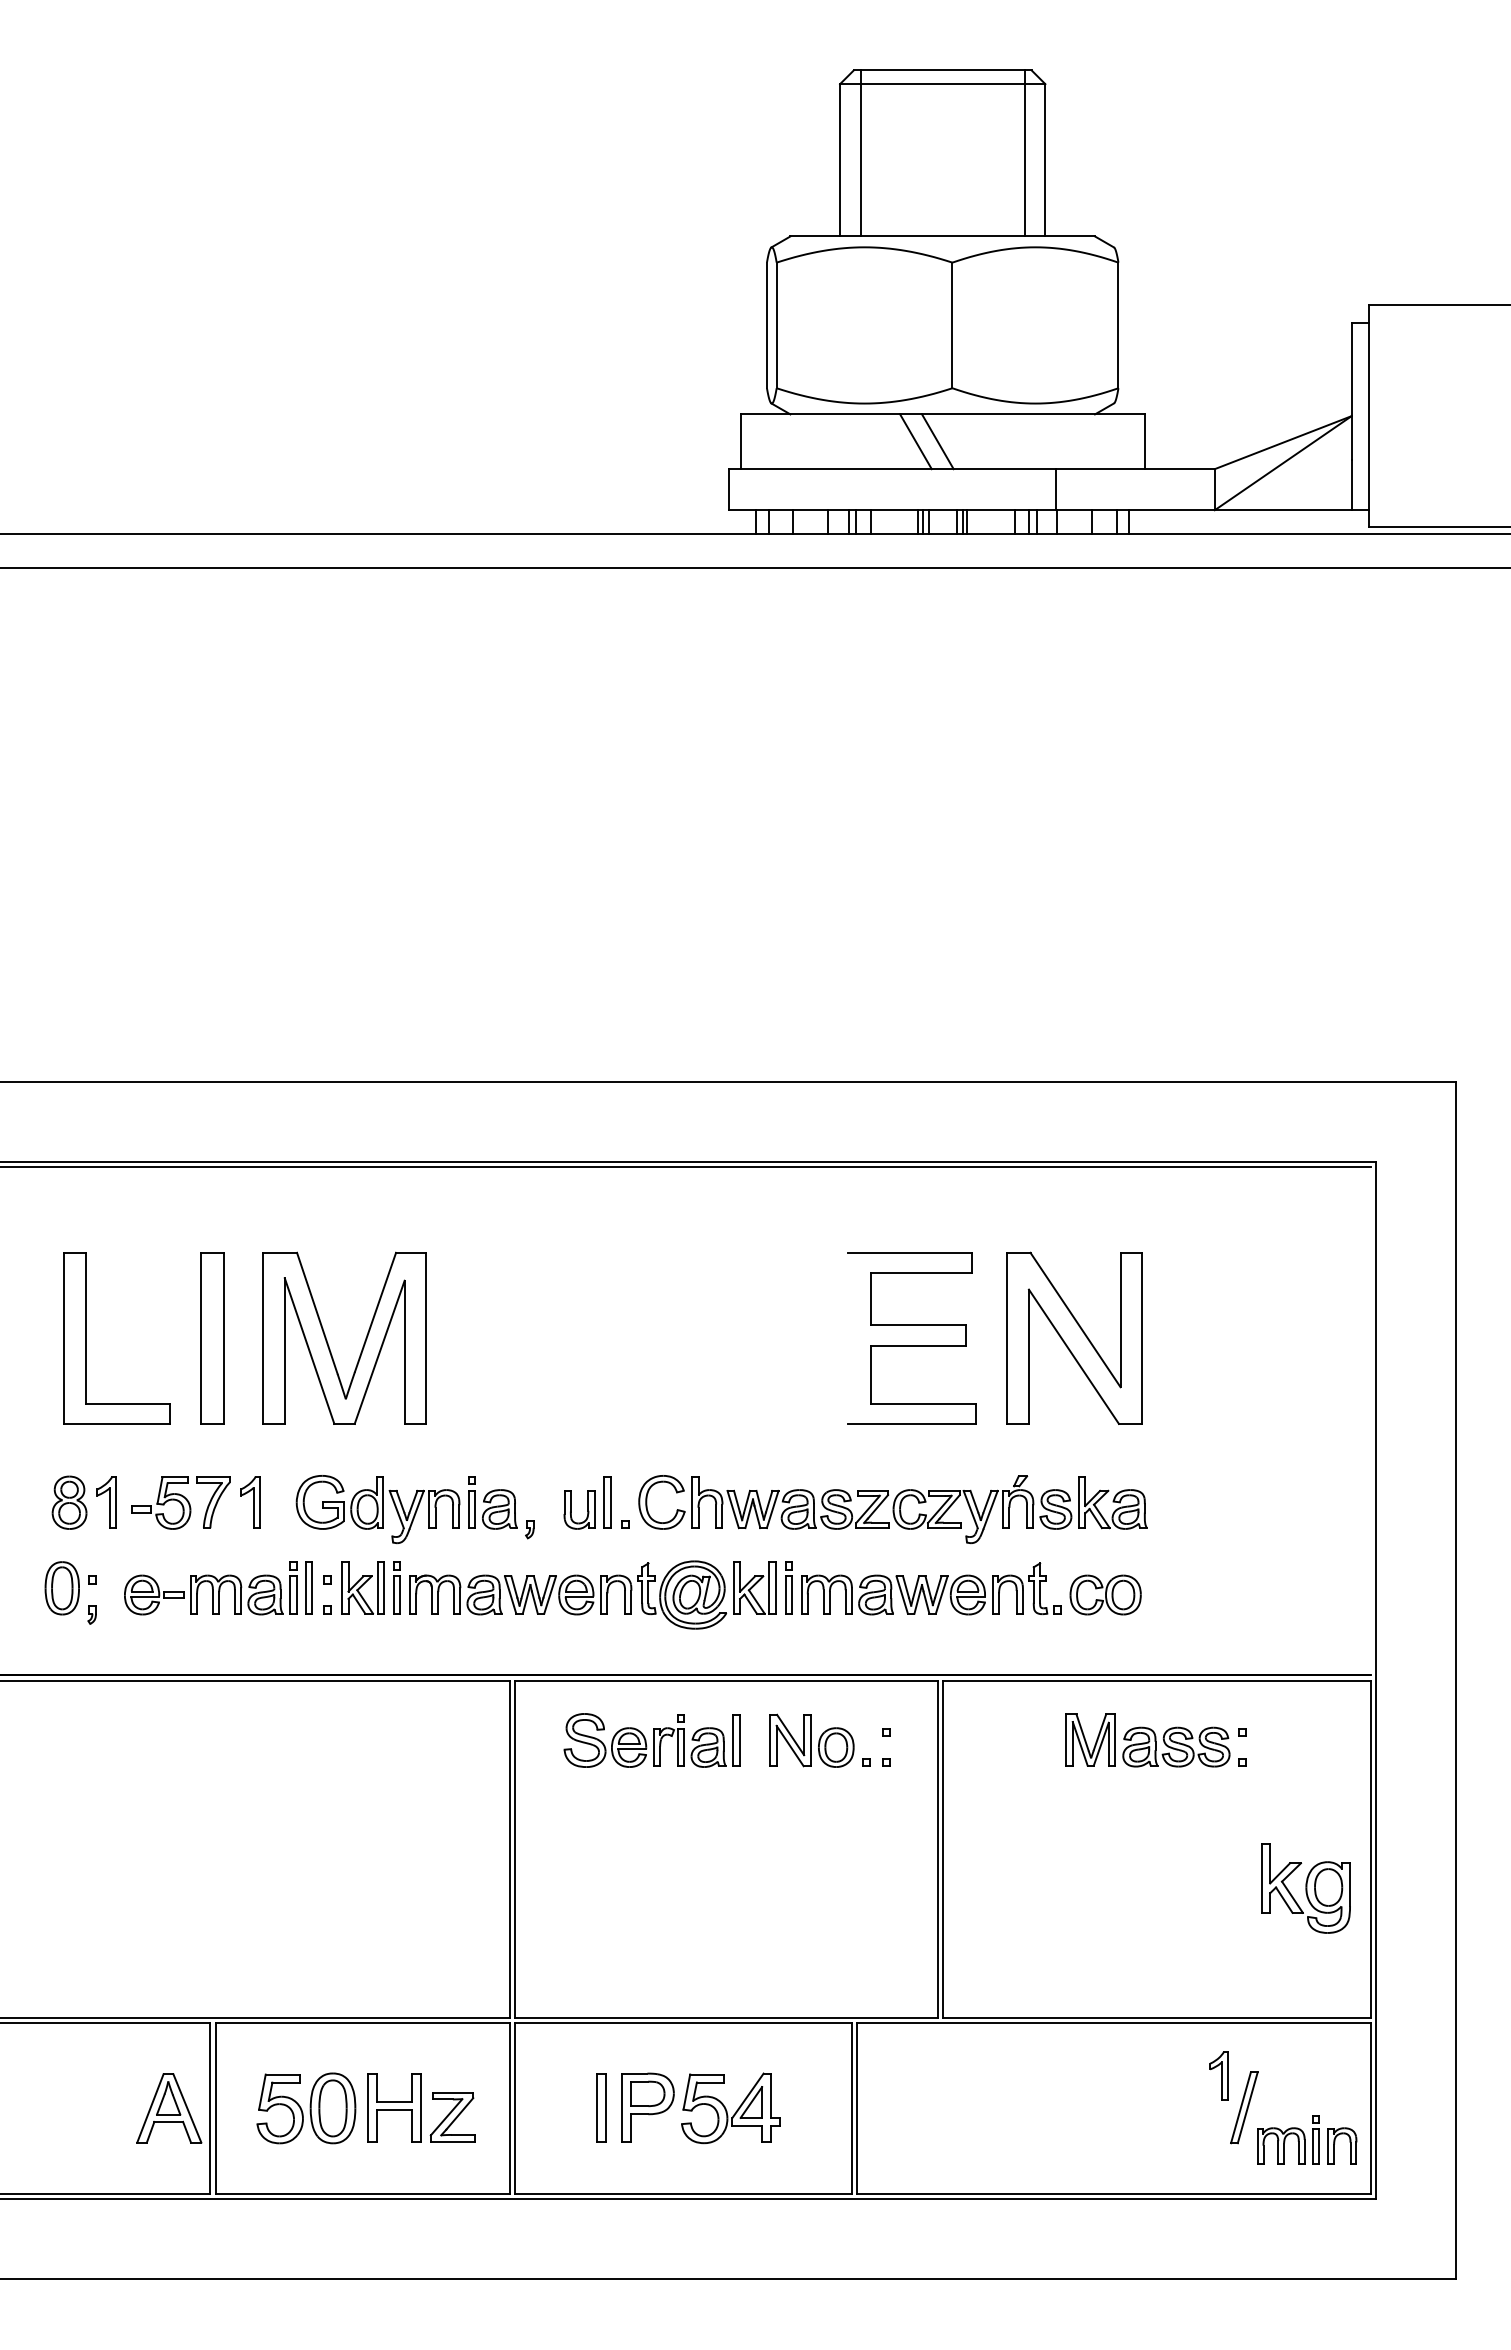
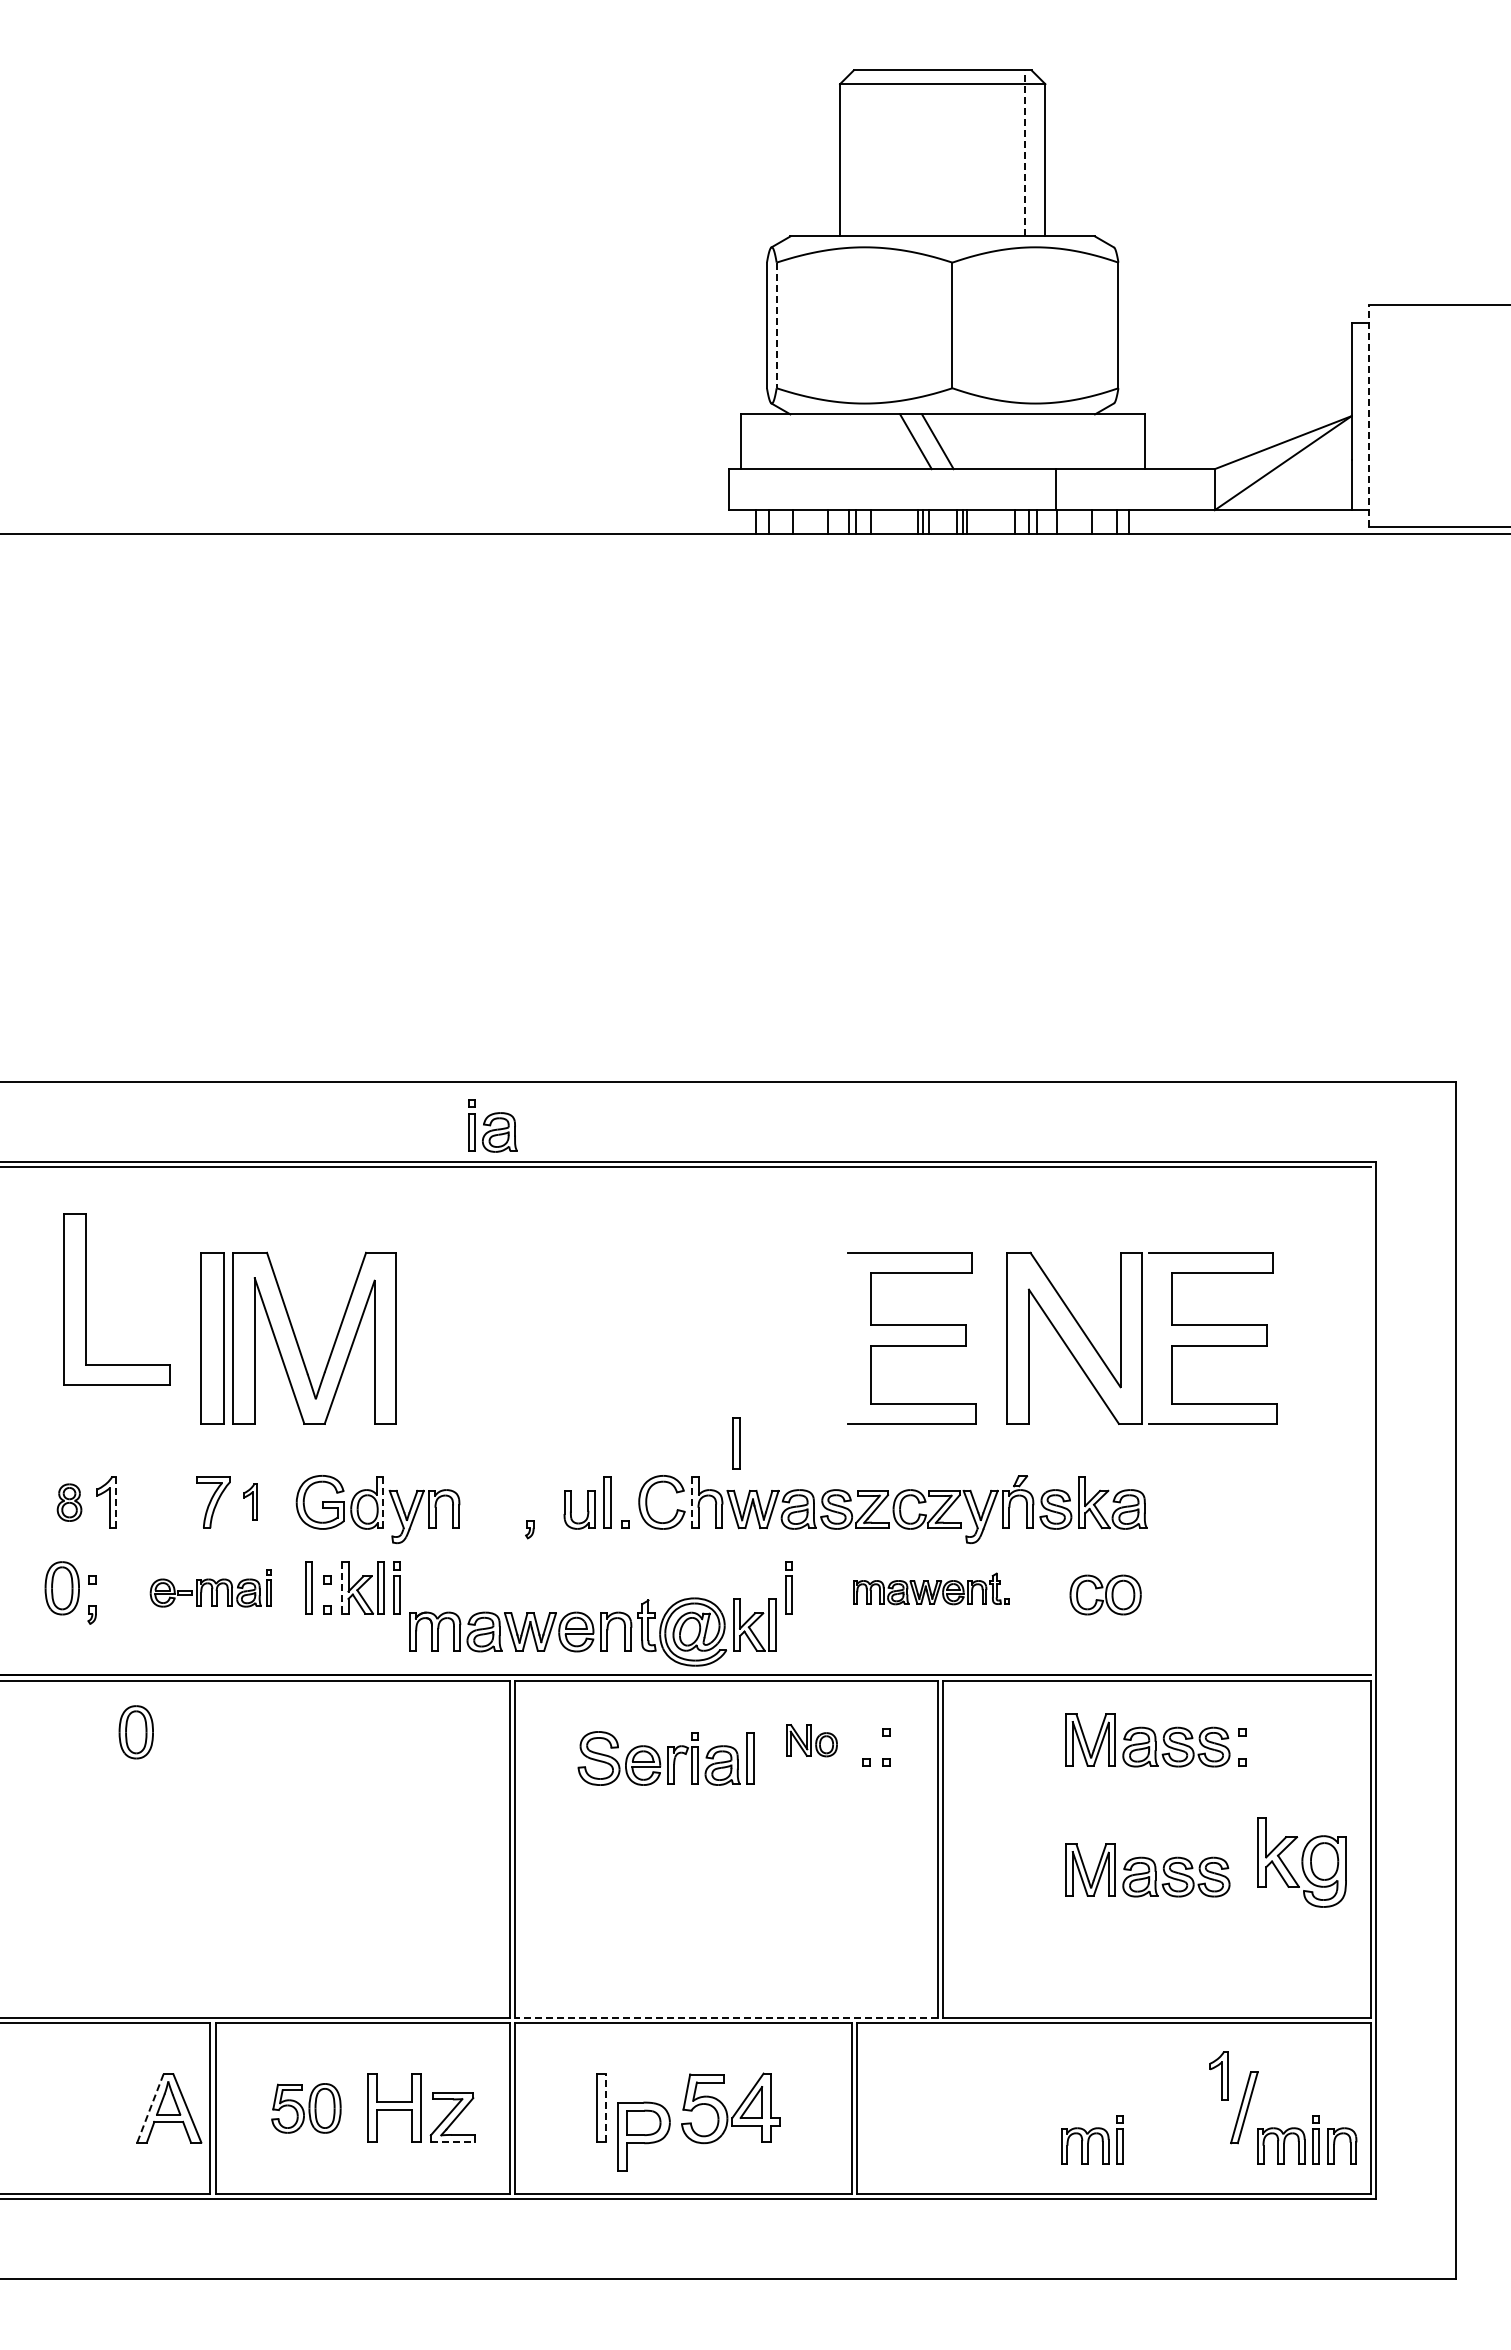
line at (860, 153): present -> none
line at (1024, 153): solid -> dashed
line at (776, 325): solid -> dashed
line at (1368, 415): solid -> dashed
line at (754, 568): present -> none
part at (86, 1338) position: (86, 1338) -> (86, 1299)
part at (328, 1343) position: (328, 1343) -> (298, 1343)
part at (1212, 1345): none -> present
part at (736, 1443): none -> present
part at (69, 1502) size: 37x55 px -> 27x39 px
line at (116, 1502): solid -> dashed
part at (161, 1502): present -> none
part at (250, 1502) size: 21x53 px -> 15x38 px
line at (383, 1502): solid -> dashed
part at (492, 1502) position: (492, 1502) -> (492, 1125)
line at (692, 1502): solid -> dashed
part at (210, 1588) size: 174x55 px -> 123x39 px
line at (342, 1588): solid -> dashed
part at (931, 1588) size: 261x54 px -> 157x34 px
part at (592, 1594) position: (592, 1594) -> (592, 1631)
part at (135, 1732): none -> present
part at (651, 1740) position: (651, 1740) -> (665, 1758)
part at (811, 1740) size: 86x55 px -> 52x34 px
part at (1147, 1870): none -> present
part at (1305, 1888) position: (1305, 1888) -> (1301, 1862)
line at (725, 2017): solid -> dashed
line at (605, 2107): solid -> dashed
part at (647, 2107) position: (647, 2107) -> (643, 2136)
line at (150, 2108): solid -> dashed
part at (306, 2108) size: 101x73 px -> 71x51 px
part at (1092, 2139): none -> present
line at (452, 2142): solid -> dashed
